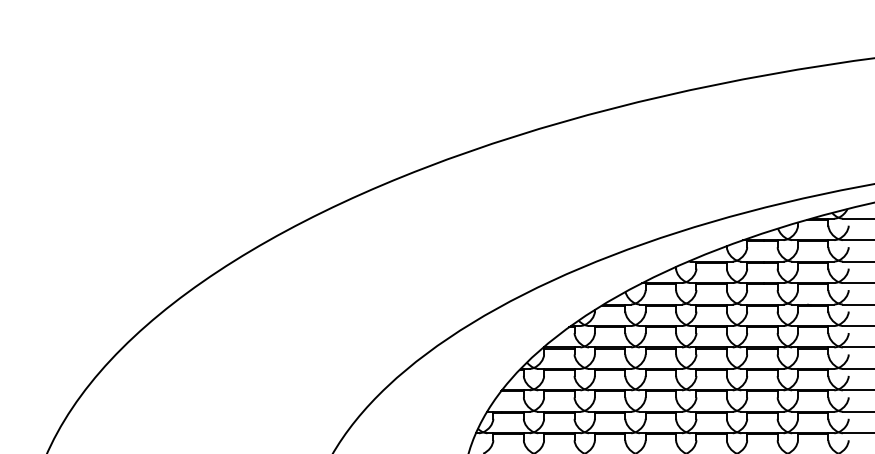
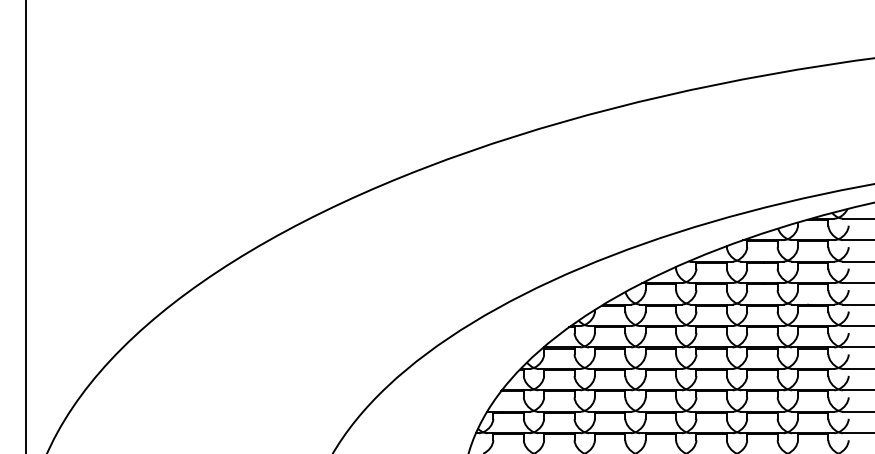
line at (26, 226): none -> present
